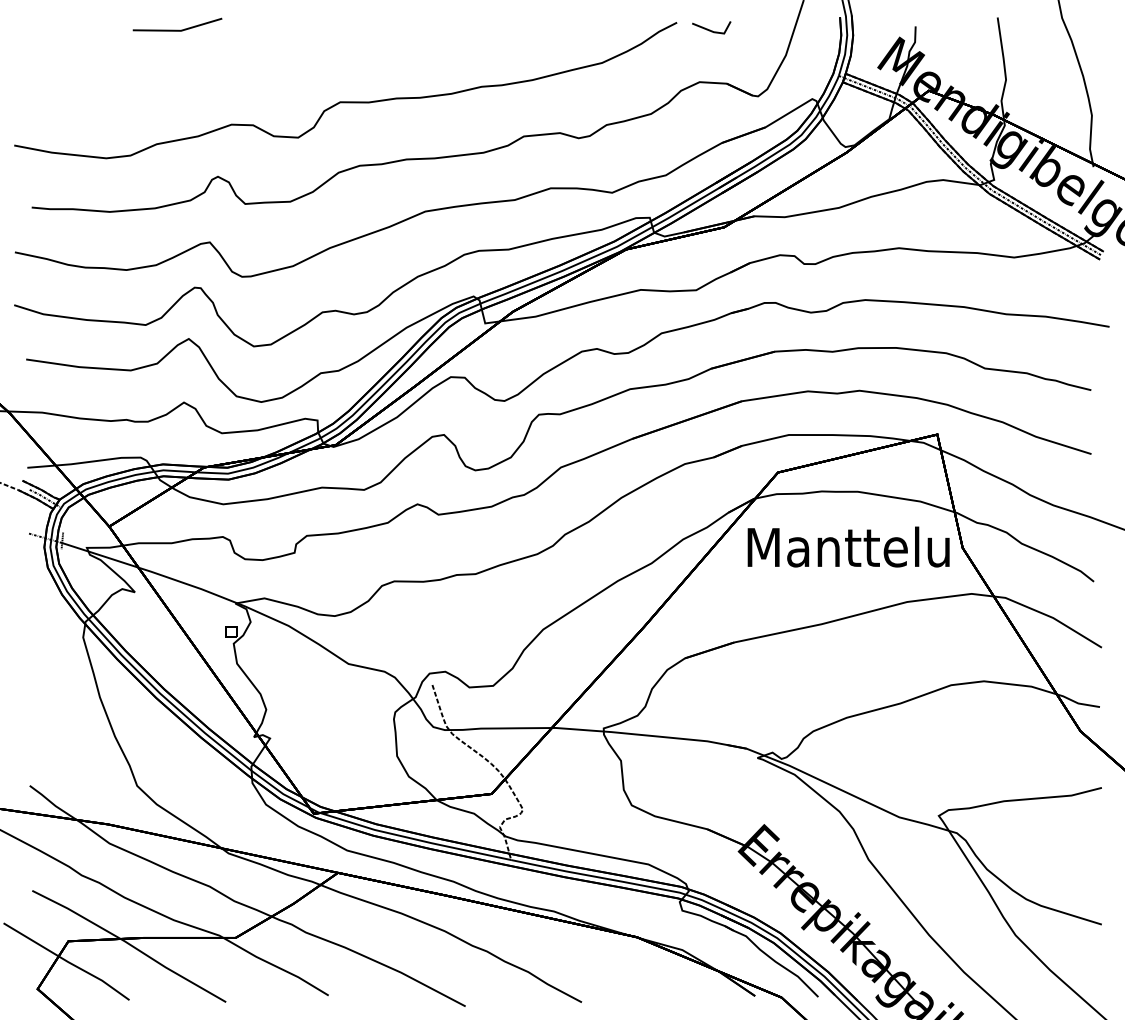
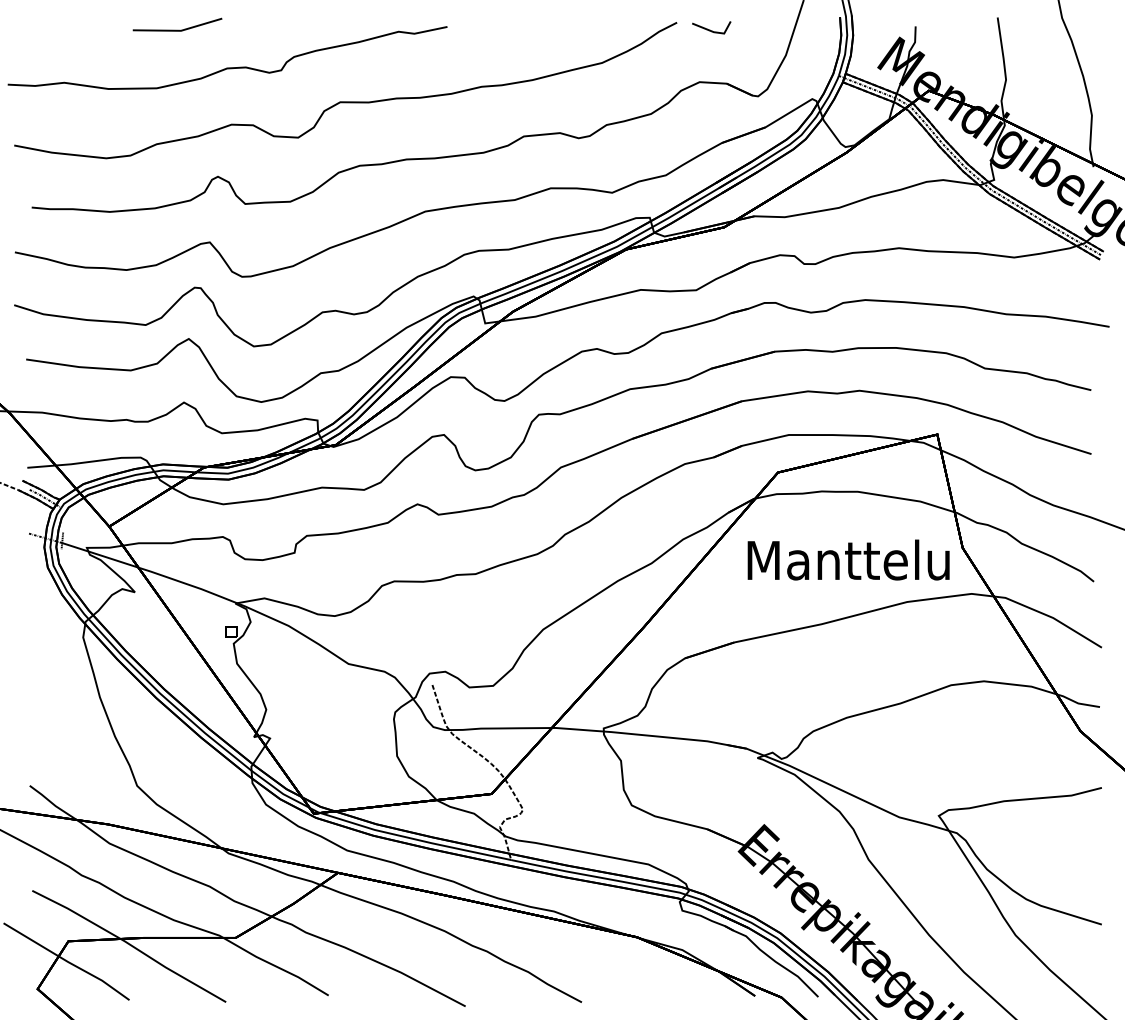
part at (227, 67): none -> present
text at (848, 546) position: (848, 546) -> (848, 559)
